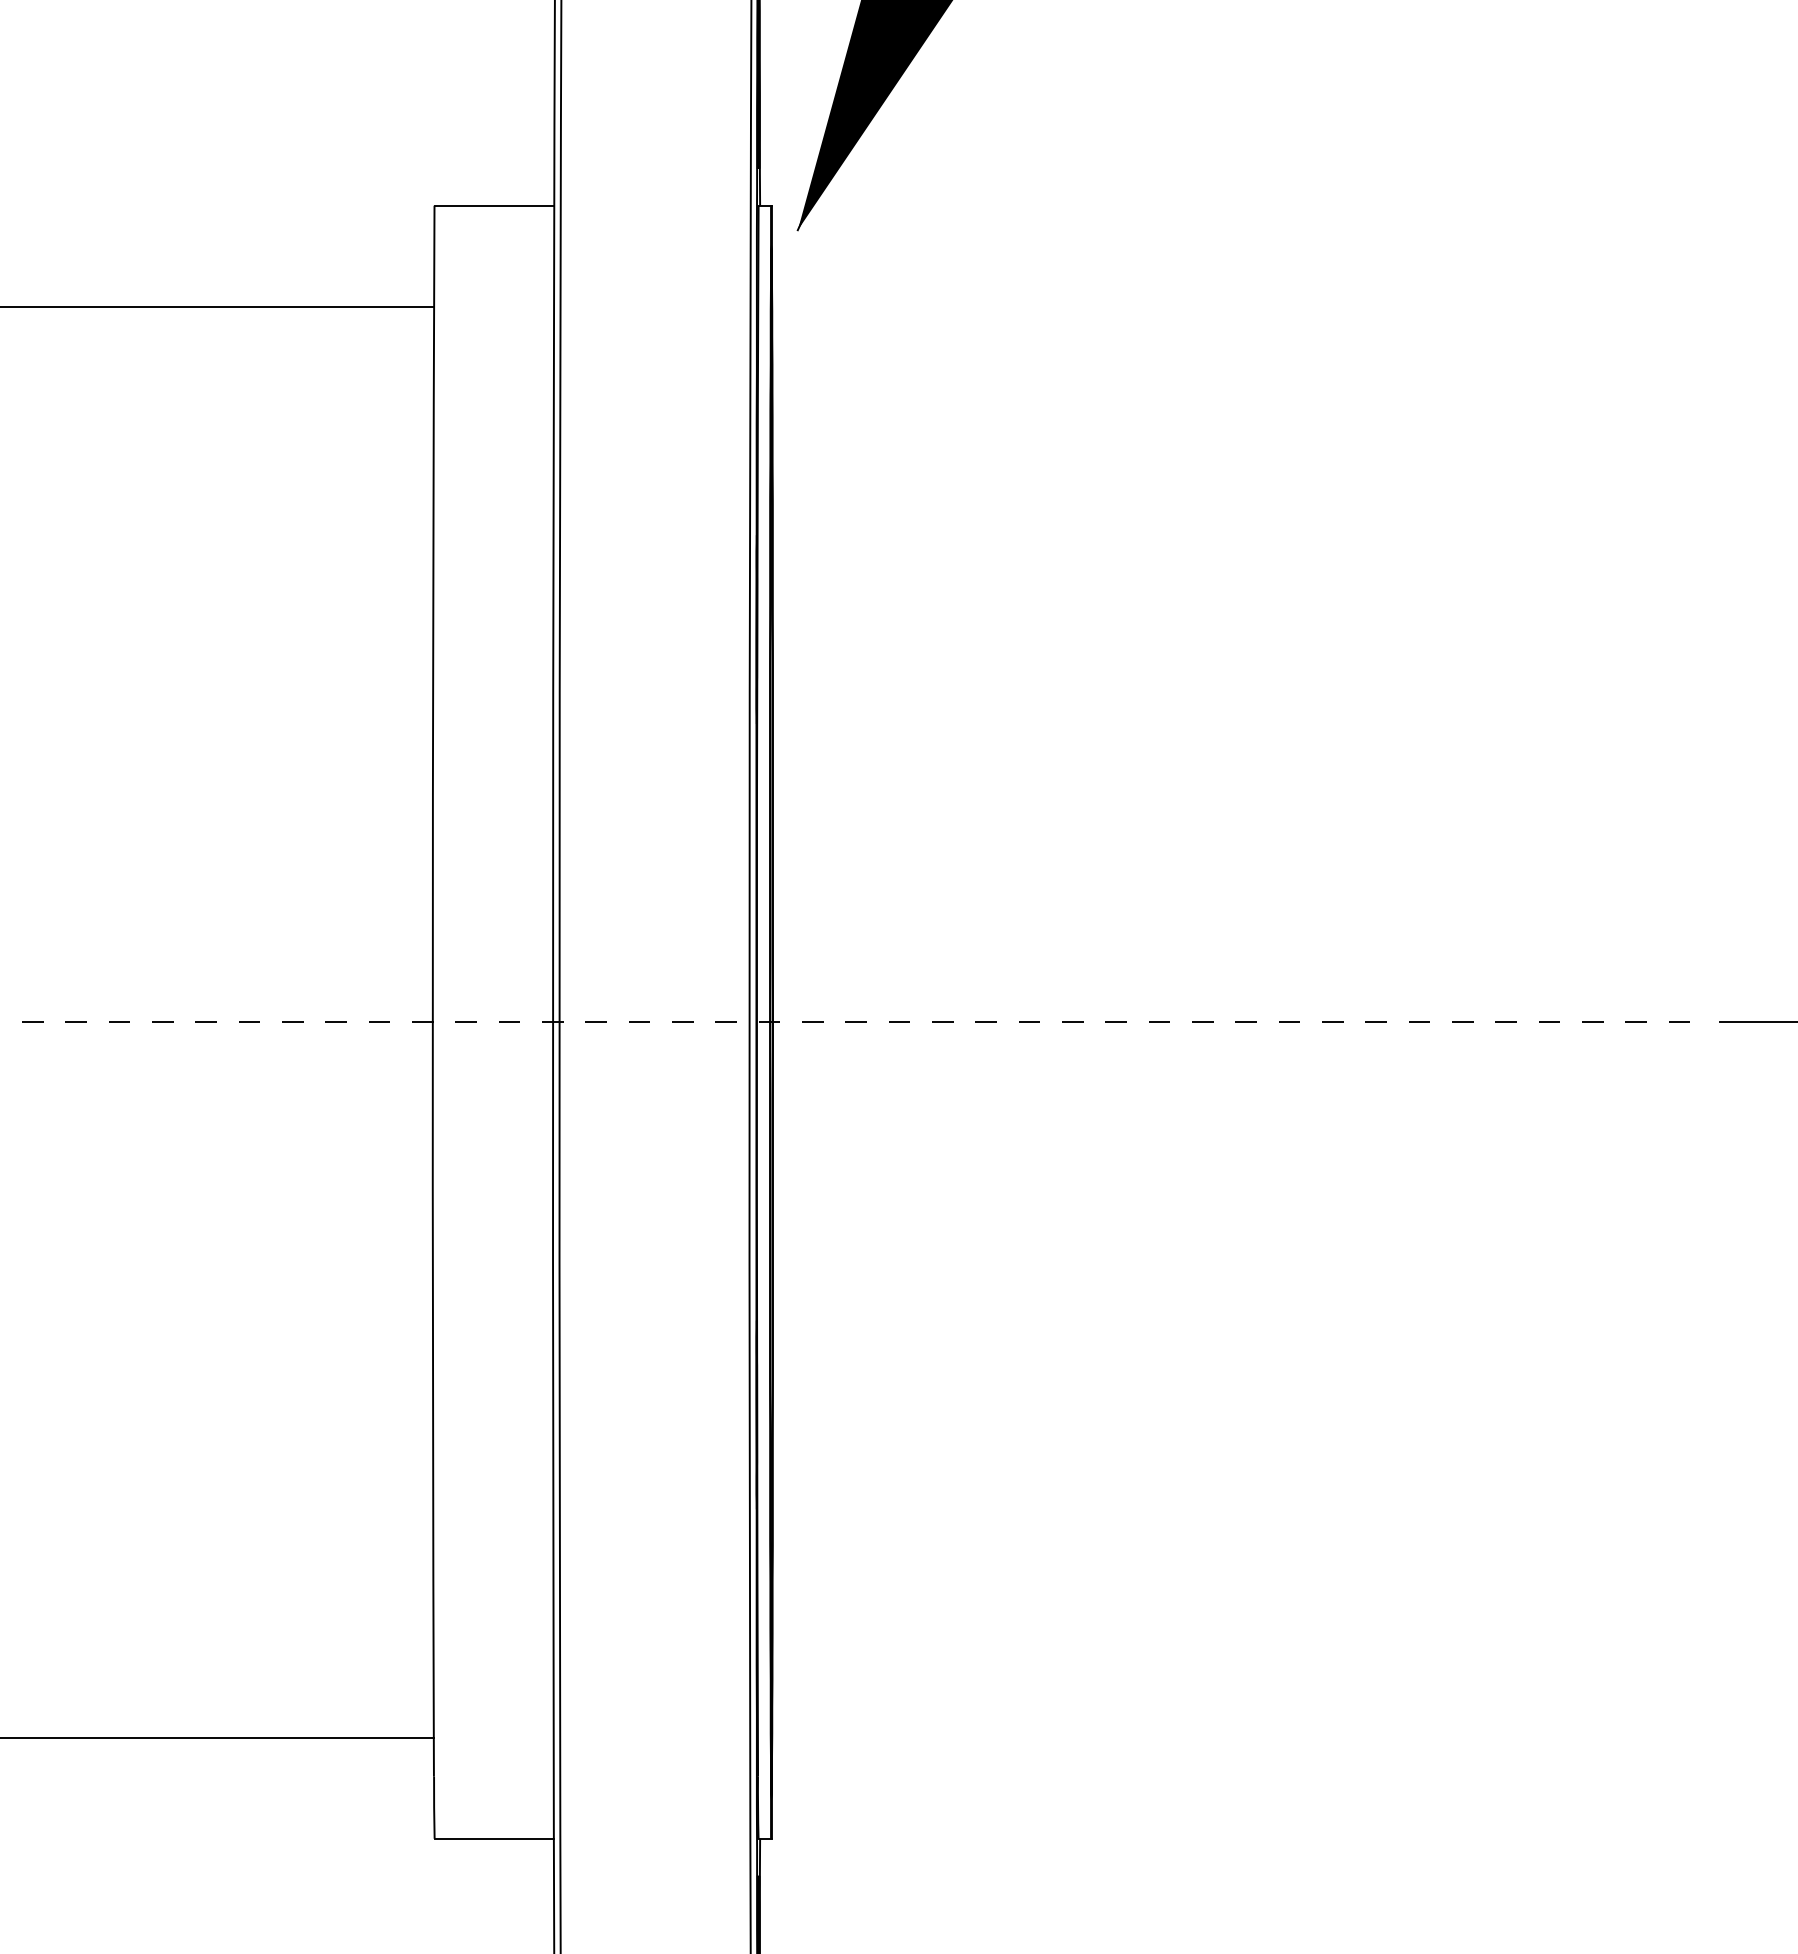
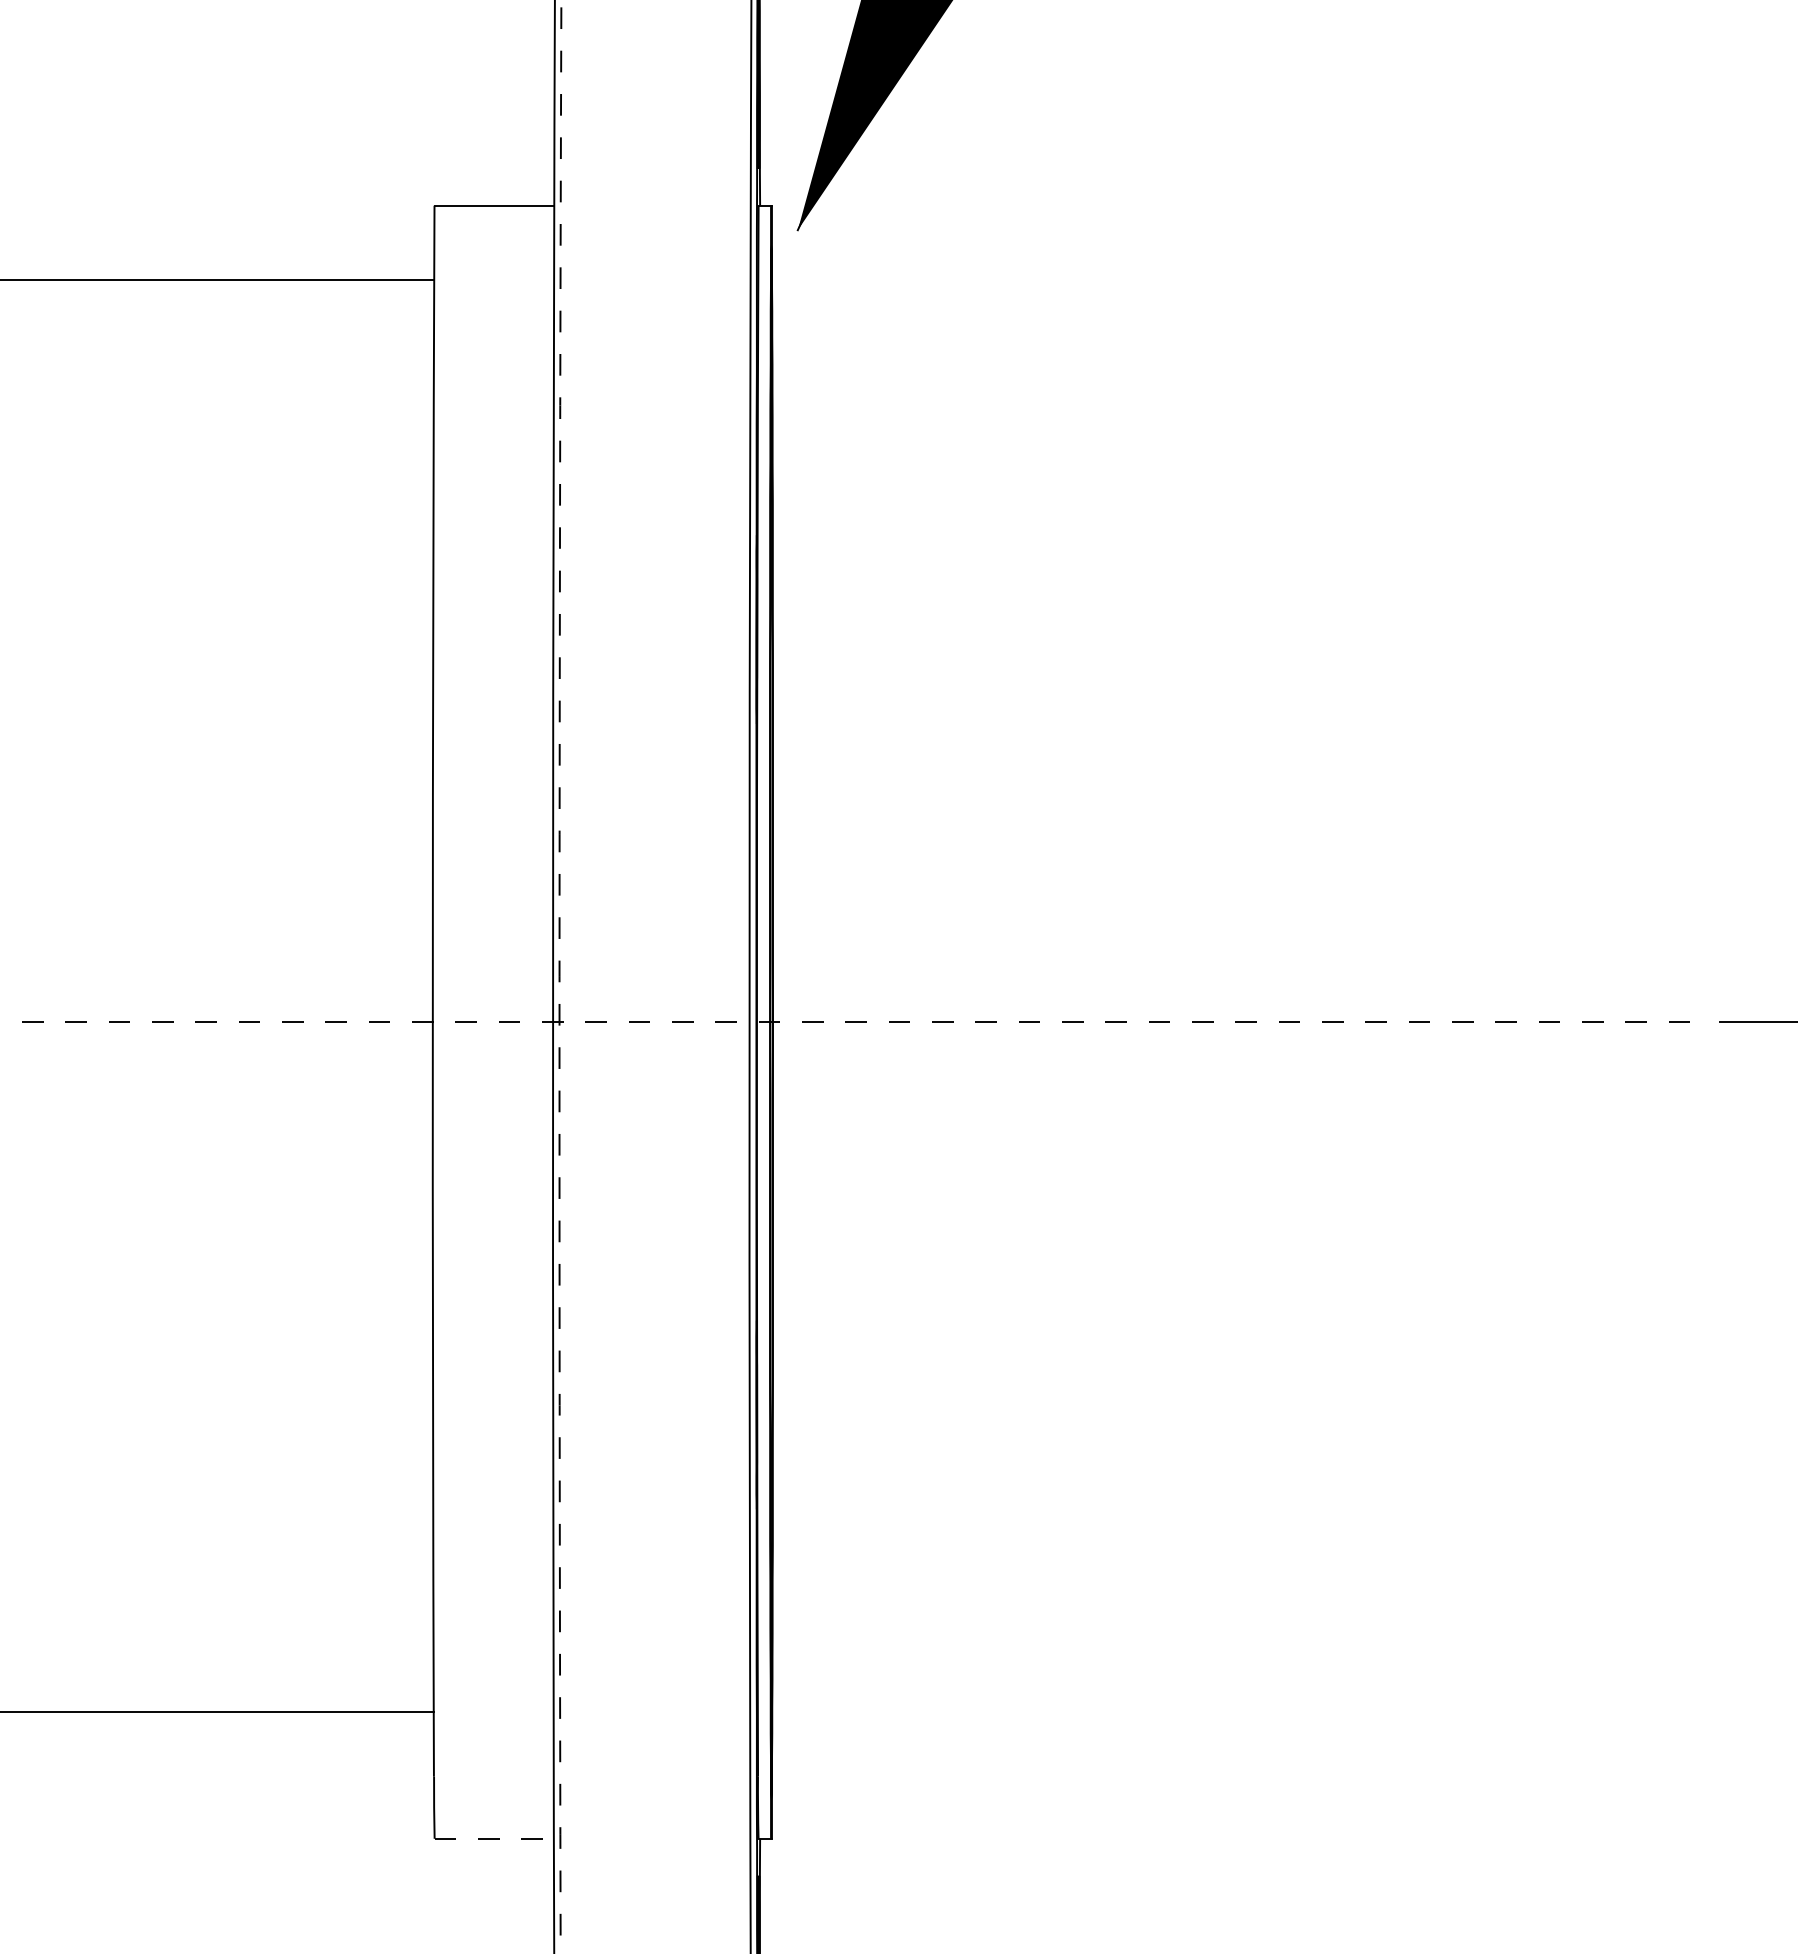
line at (217, 306) position: (217, 306) -> (217, 279)
arc at (559, 976): solid -> dashed
line at (217, 1737) position: (217, 1737) -> (217, 1711)
line at (494, 1838): solid -> dashed
